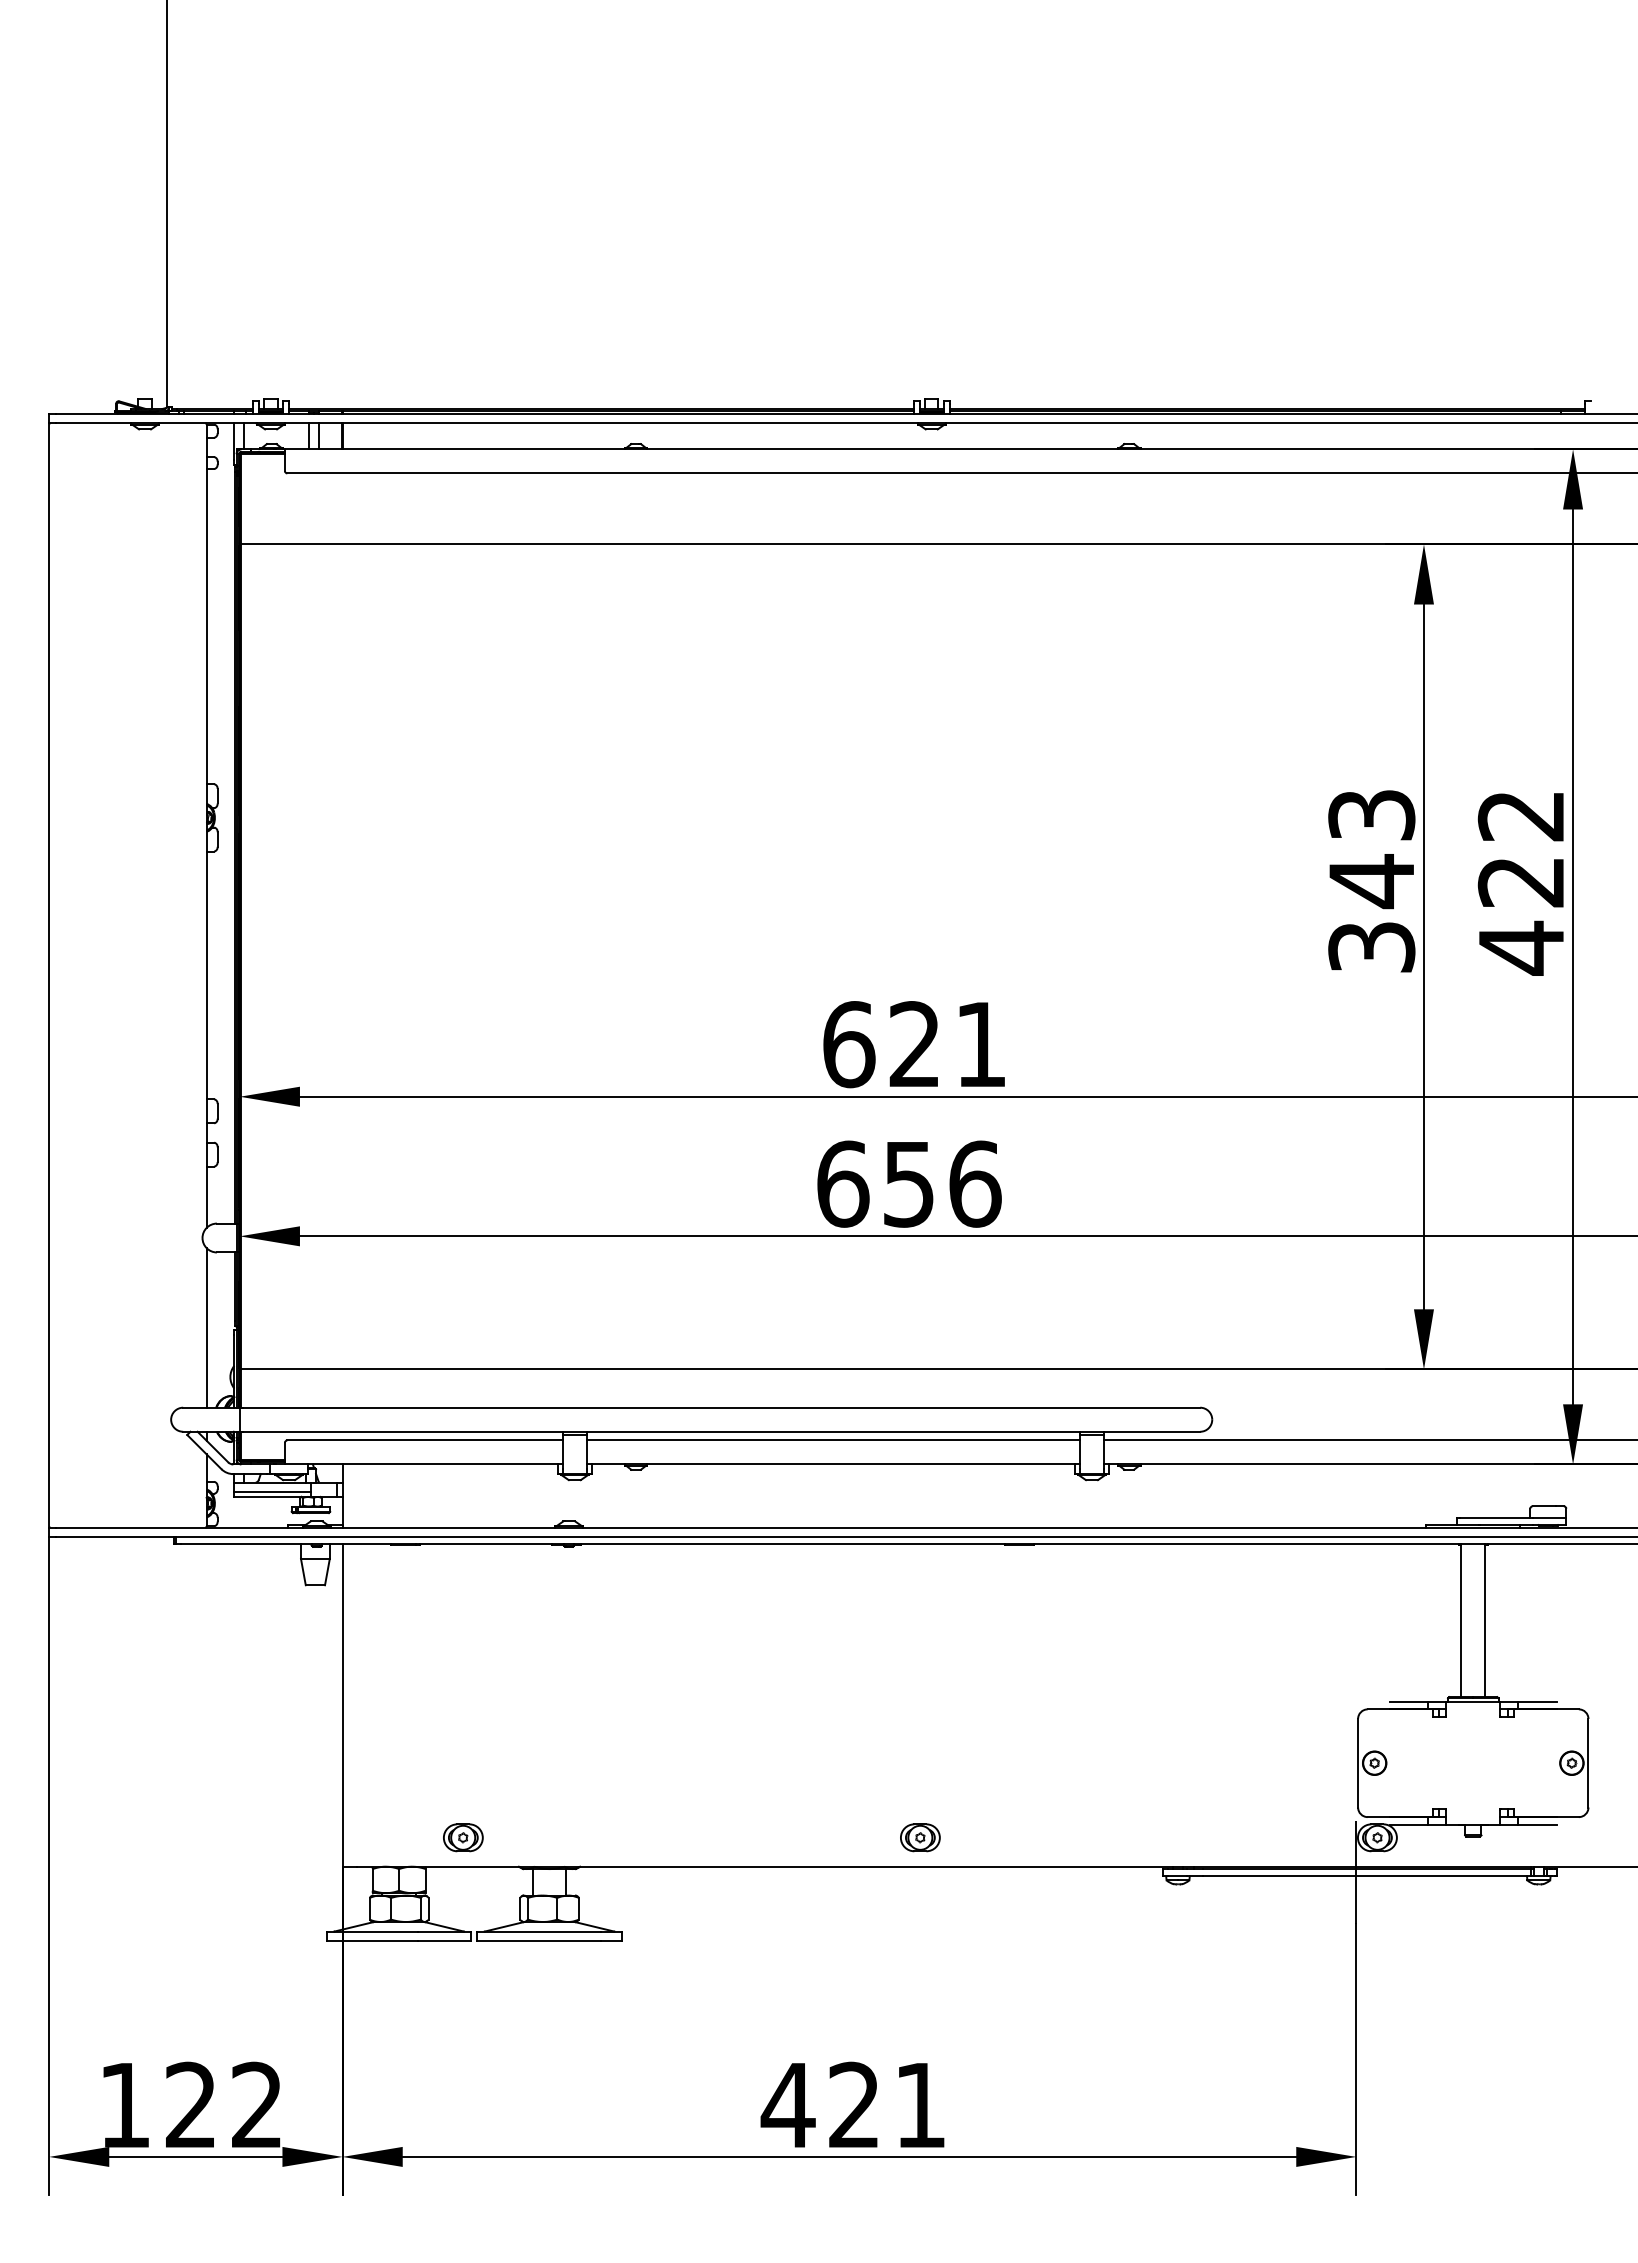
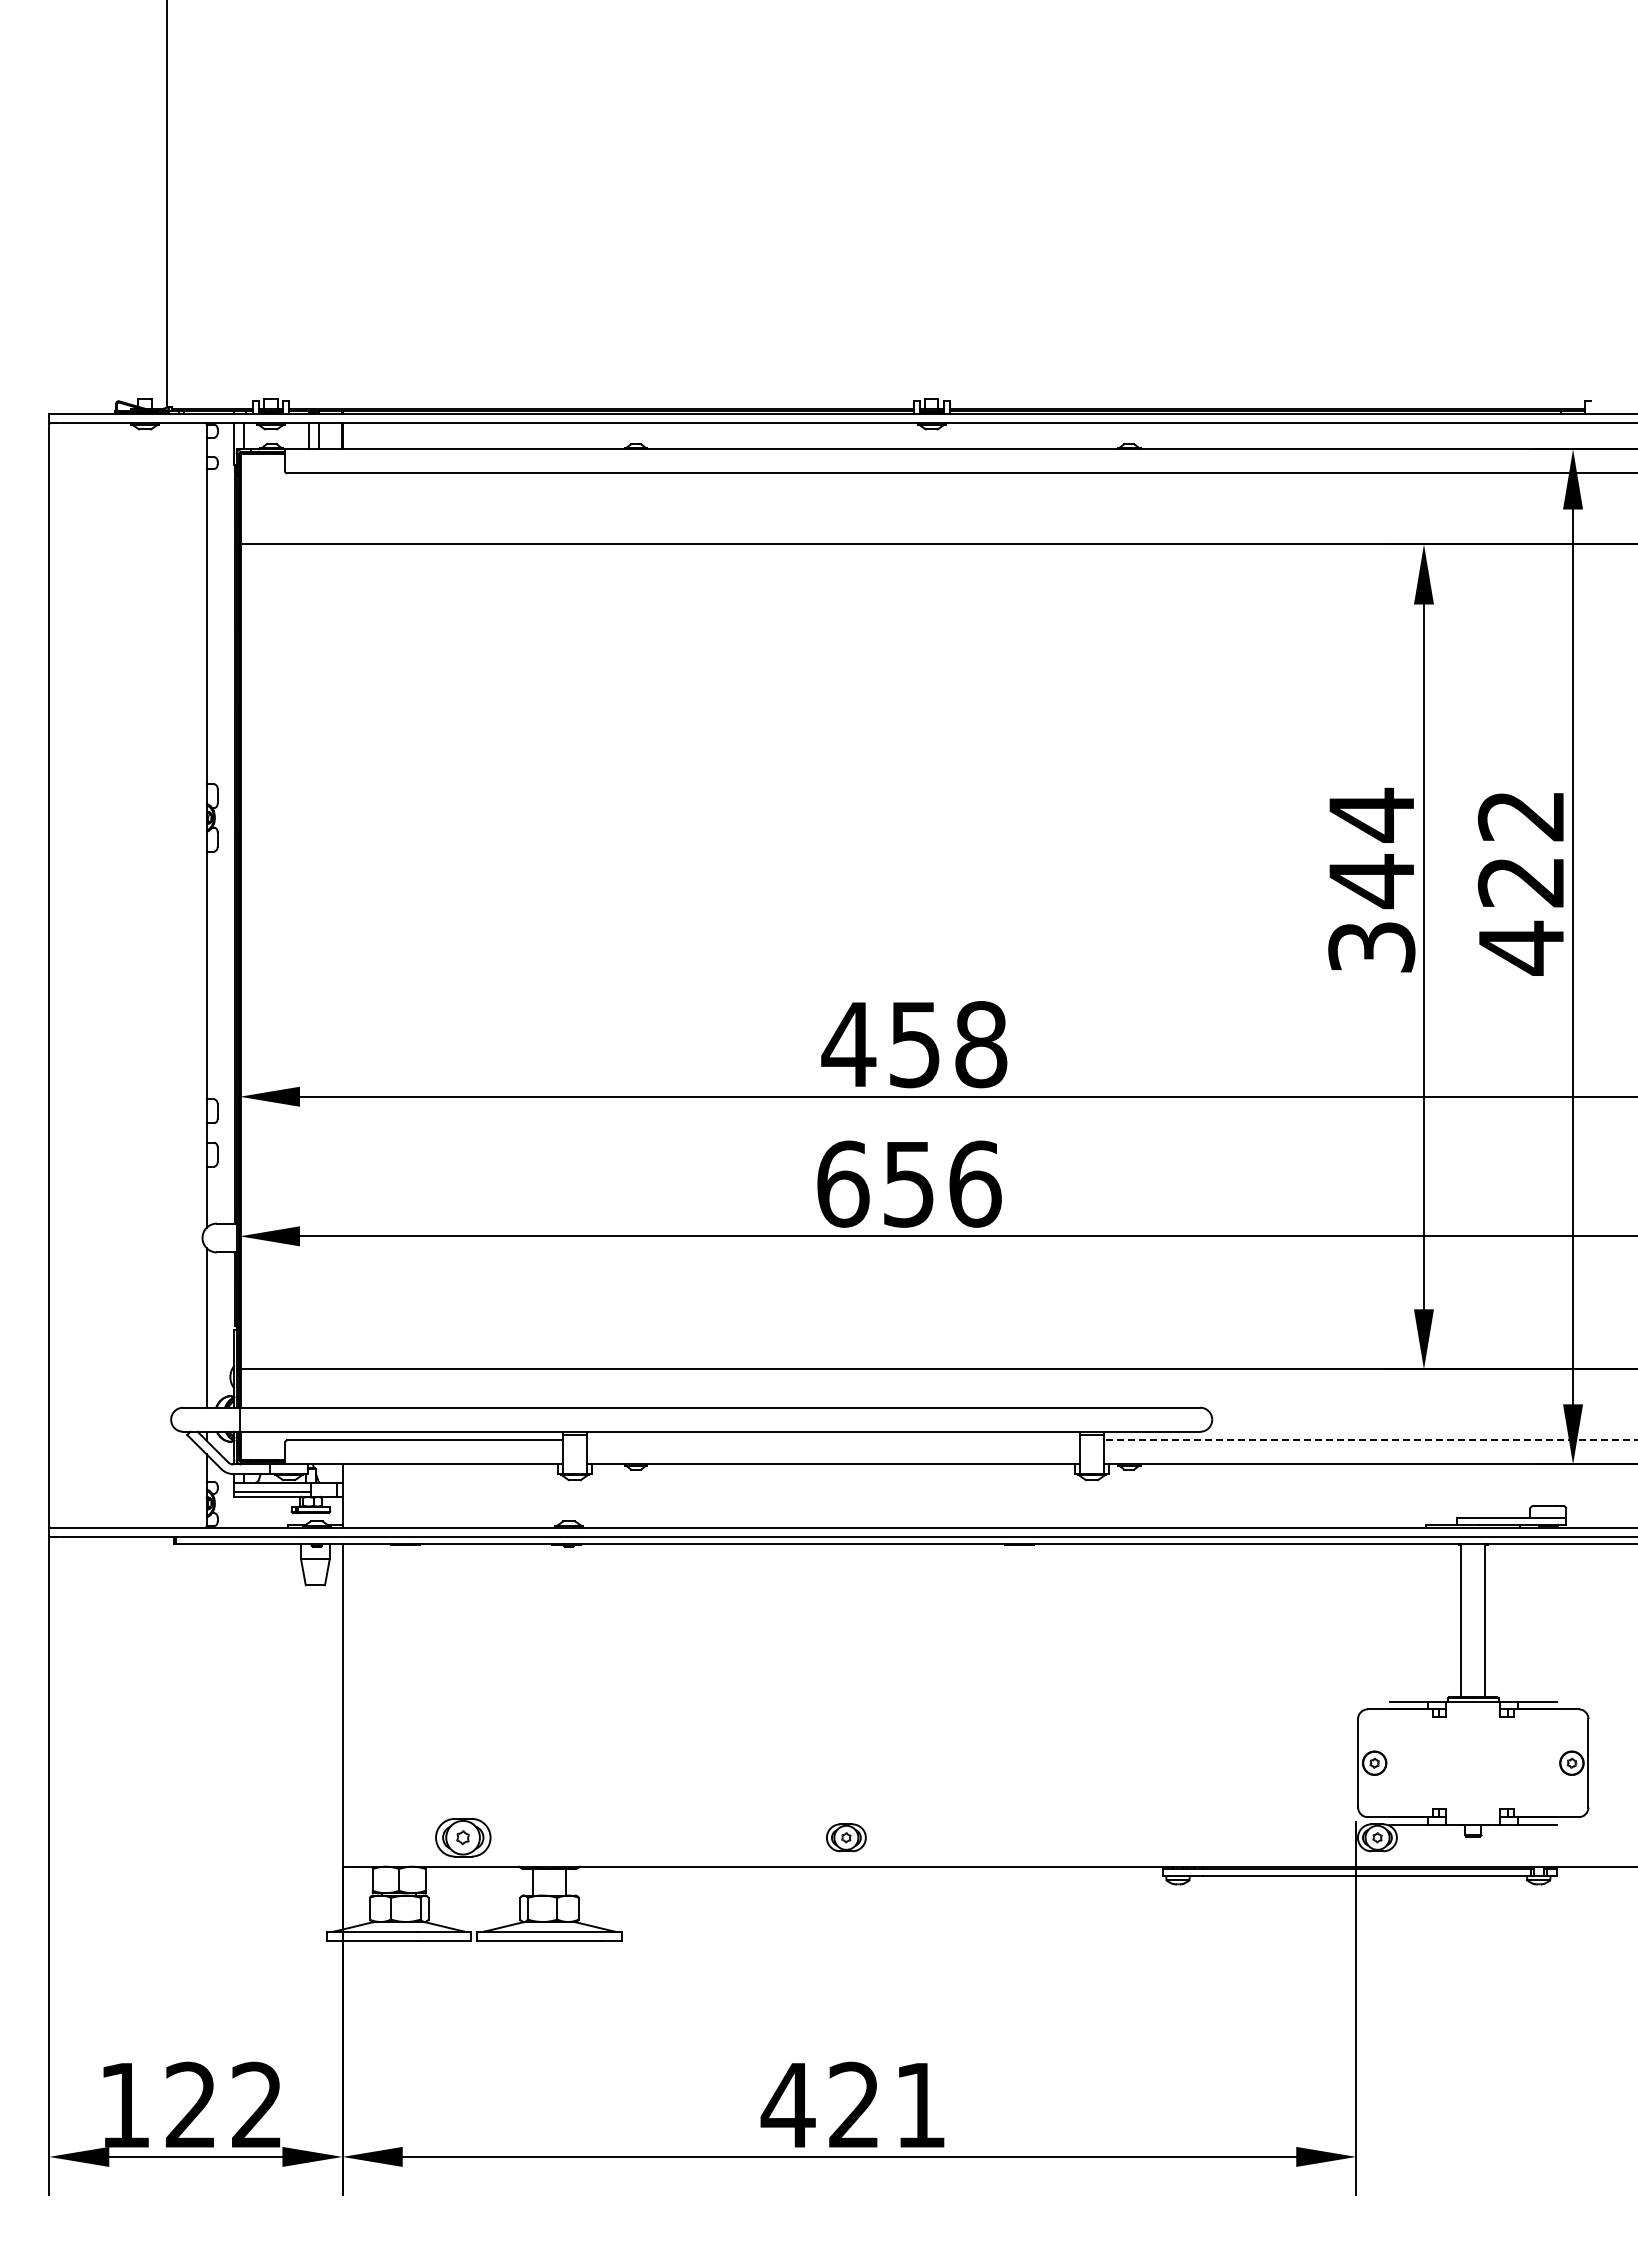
text at (1371, 814): 343 -> 344
text at (914, 1044): 621 -> 458
line at (832, 1440): present -> none
line at (1370, 1440): solid -> dashed
part at (463, 1837) size: 41x30 px -> 57x40 px
part at (920, 1837) position: (920, 1837) -> (846, 1837)
